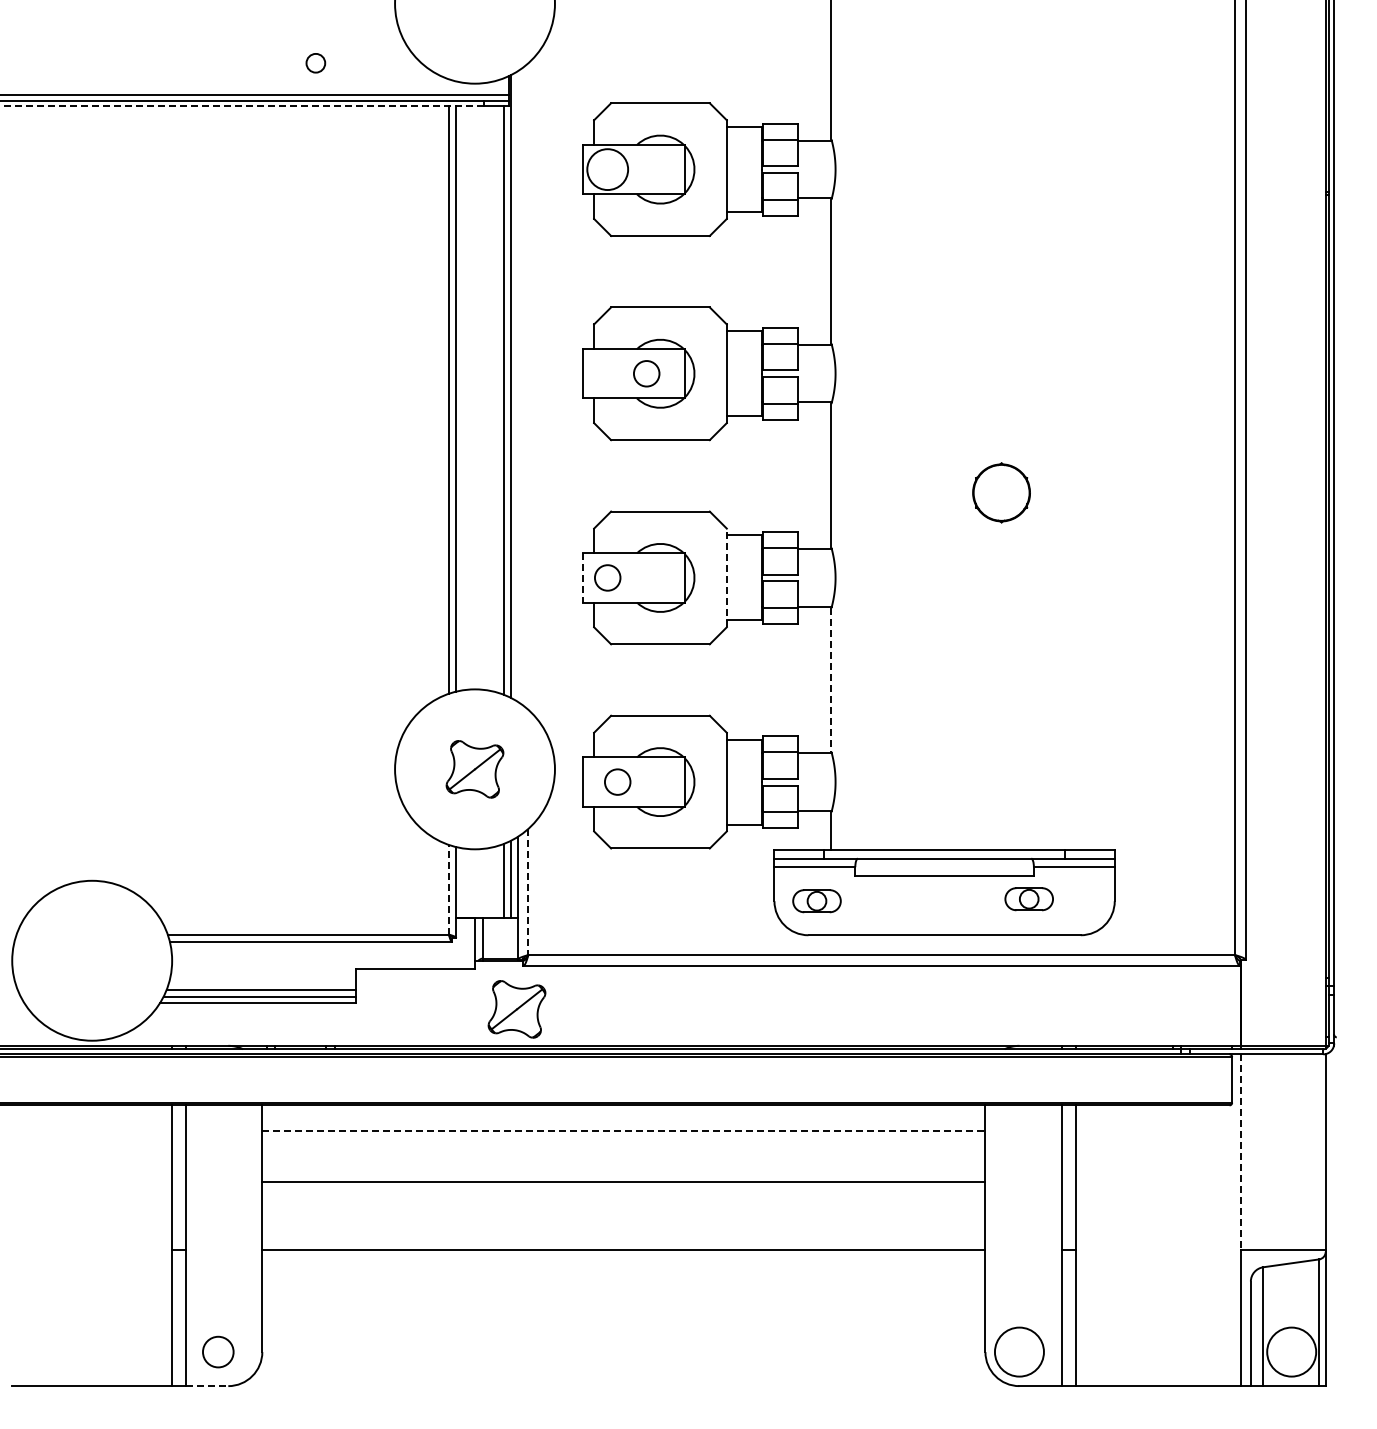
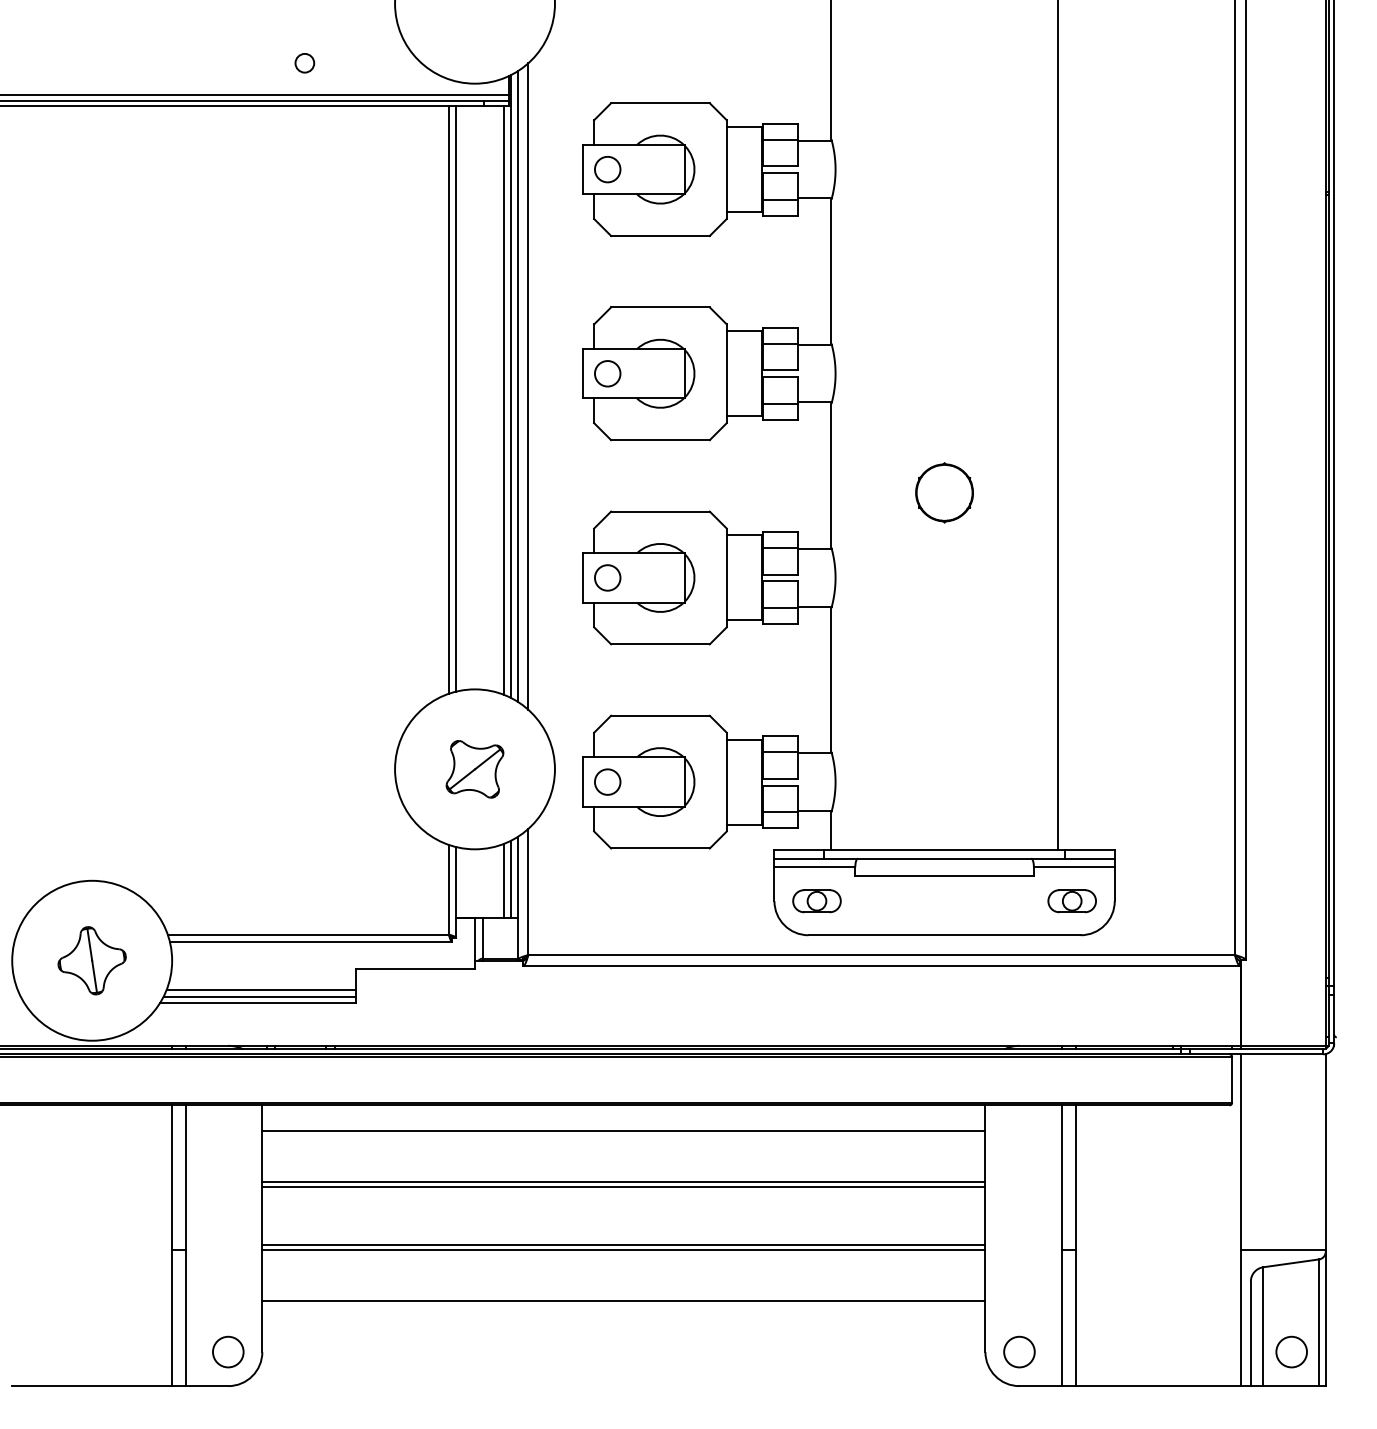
circle at (315, 63) position: (315, 63) -> (304, 63)
line at (241, 105): dashed -> solid
circle at (607, 169) diameter: 41 px -> 26 px
circle at (646, 373) position: (646, 373) -> (607, 373)
line at (517, 386): none -> present
line at (528, 386): none -> present
line at (1057, 426): none -> present
part at (1001, 492) position: (1001, 492) -> (944, 492)
line at (583, 577): dashed -> solid
line at (726, 577): dashed -> solid
line at (831, 680): dashed -> solid
circle at (617, 781) position: (617, 781) -> (607, 781)
line at (448, 889): dashed -> solid
line at (528, 892): dashed -> solid
part at (1028, 899) position: (1028, 899) -> (1071, 901)
part at (91, 960): none -> present
part at (516, 1009): present -> none
line at (623, 1130): dashed -> solid
line at (1240, 1152): dashed -> solid
line at (623, 1187): none -> present
line at (623, 1244): none -> present
line at (623, 1301): none -> present
circle at (218, 1351) position: (218, 1351) -> (228, 1351)
circle at (1018, 1351) diameter: 49 px -> 31 px
circle at (1291, 1351) diameter: 49 px -> 31 px
line at (207, 1386): dashed -> solid
